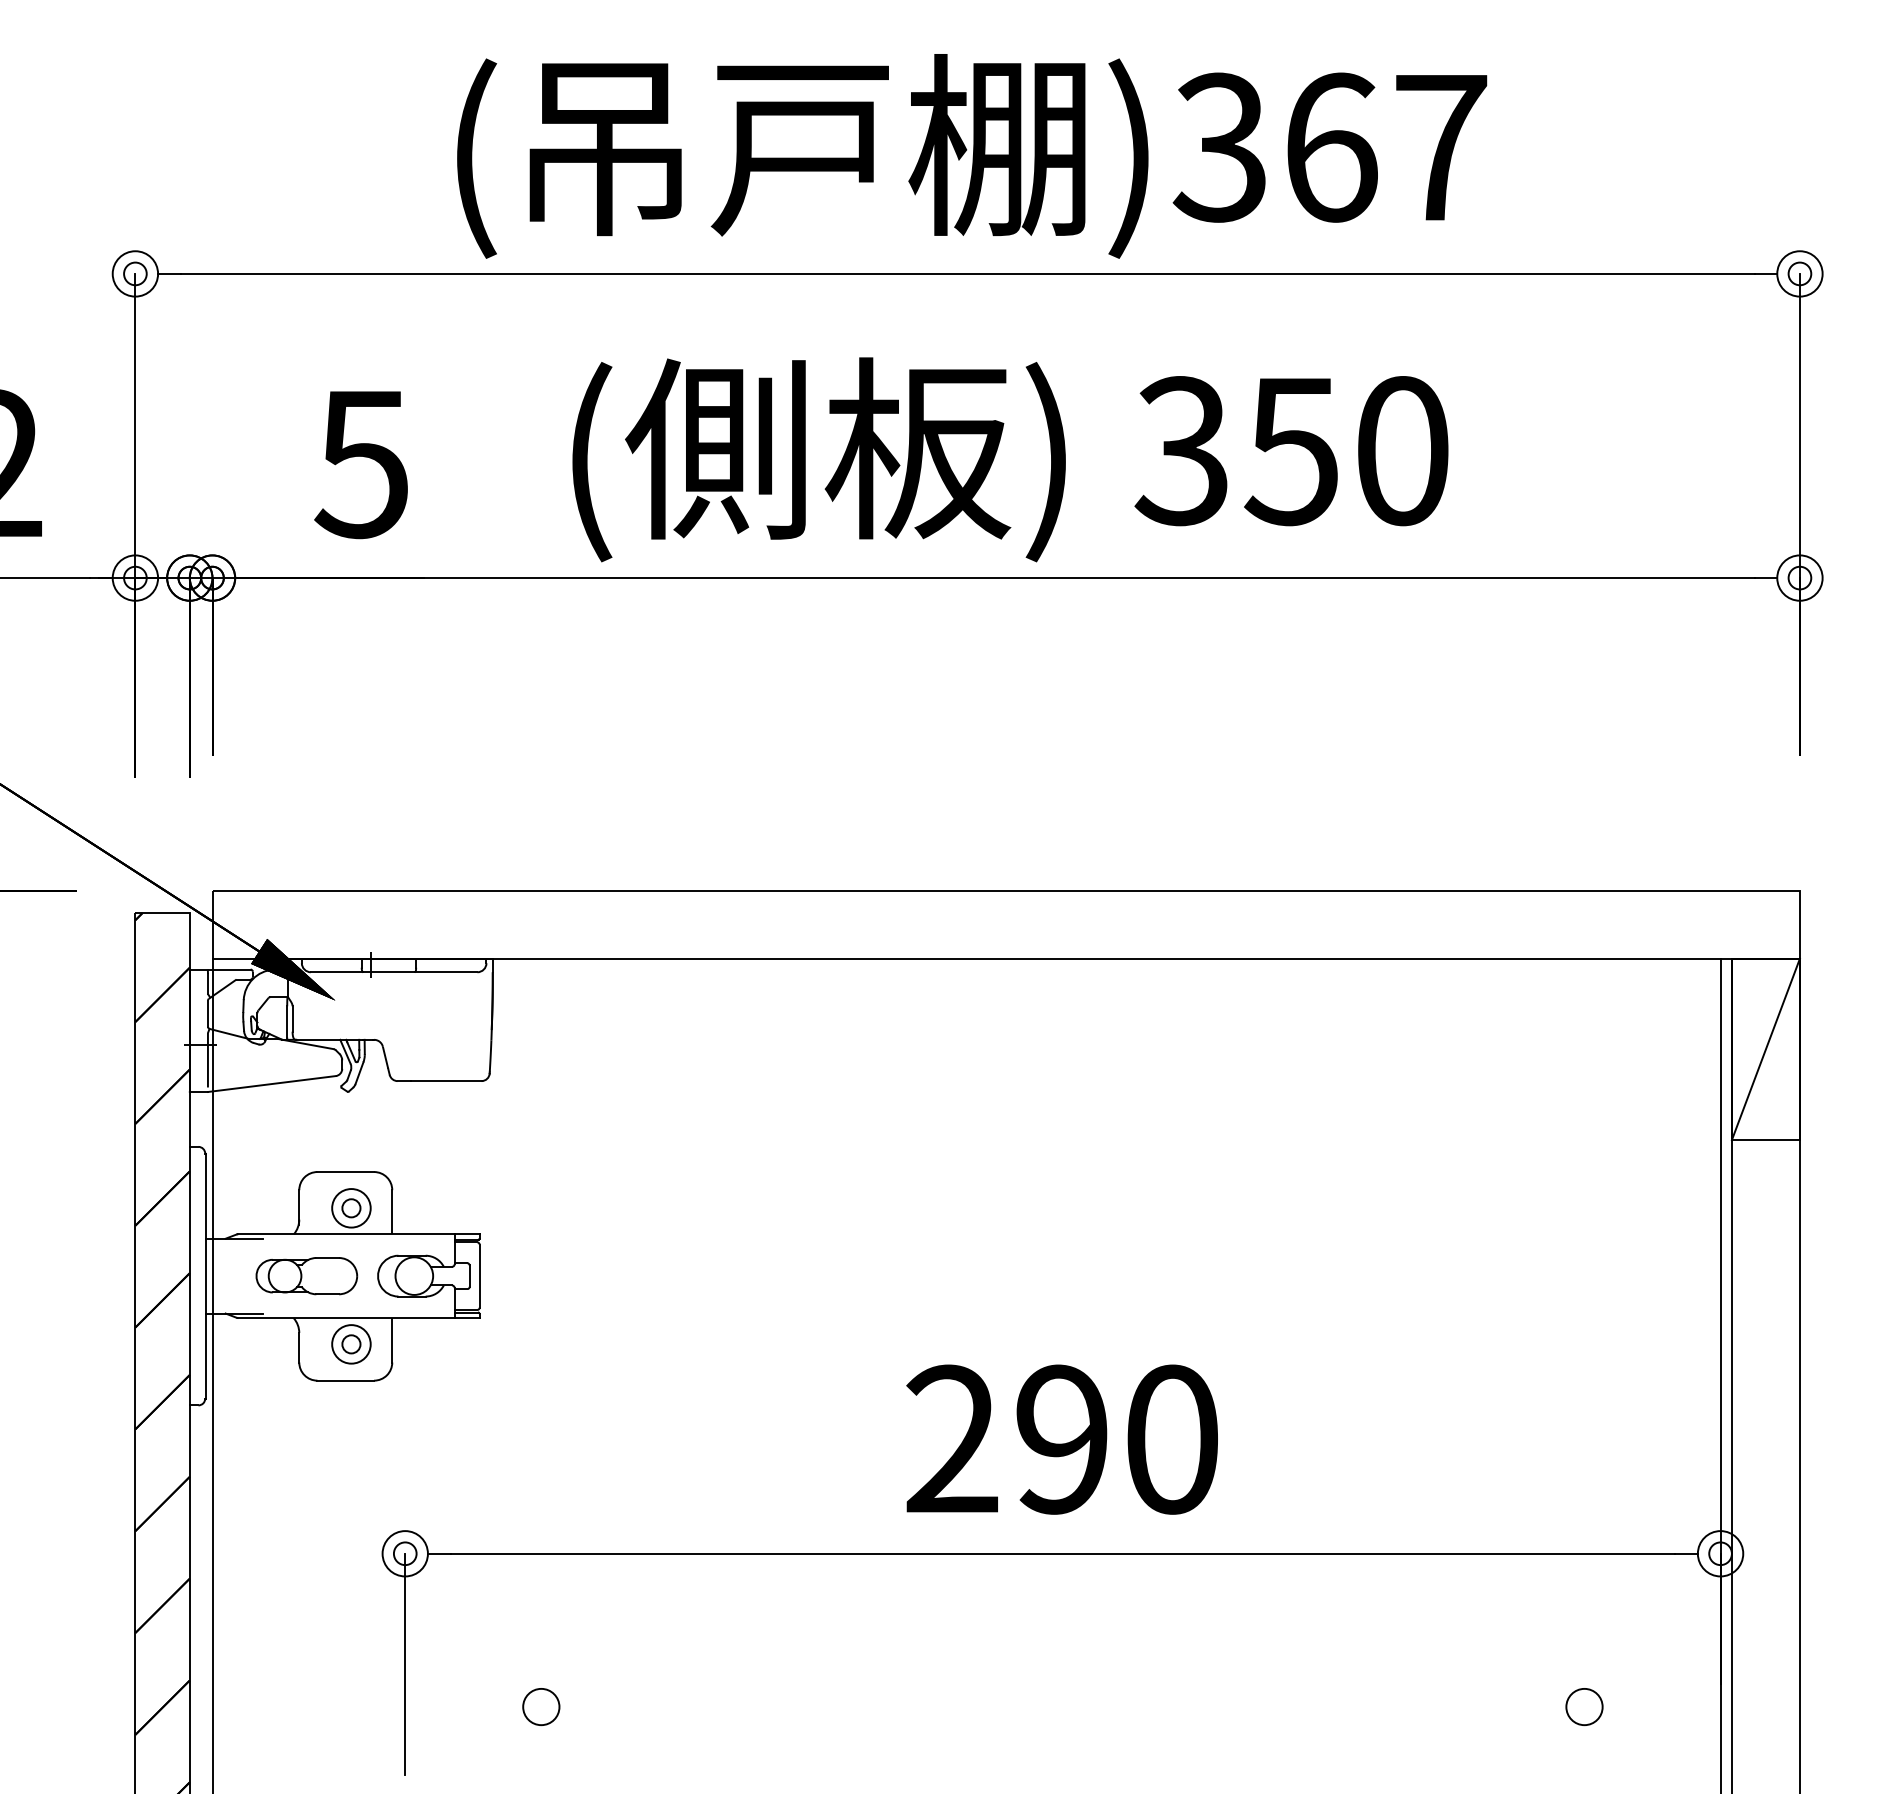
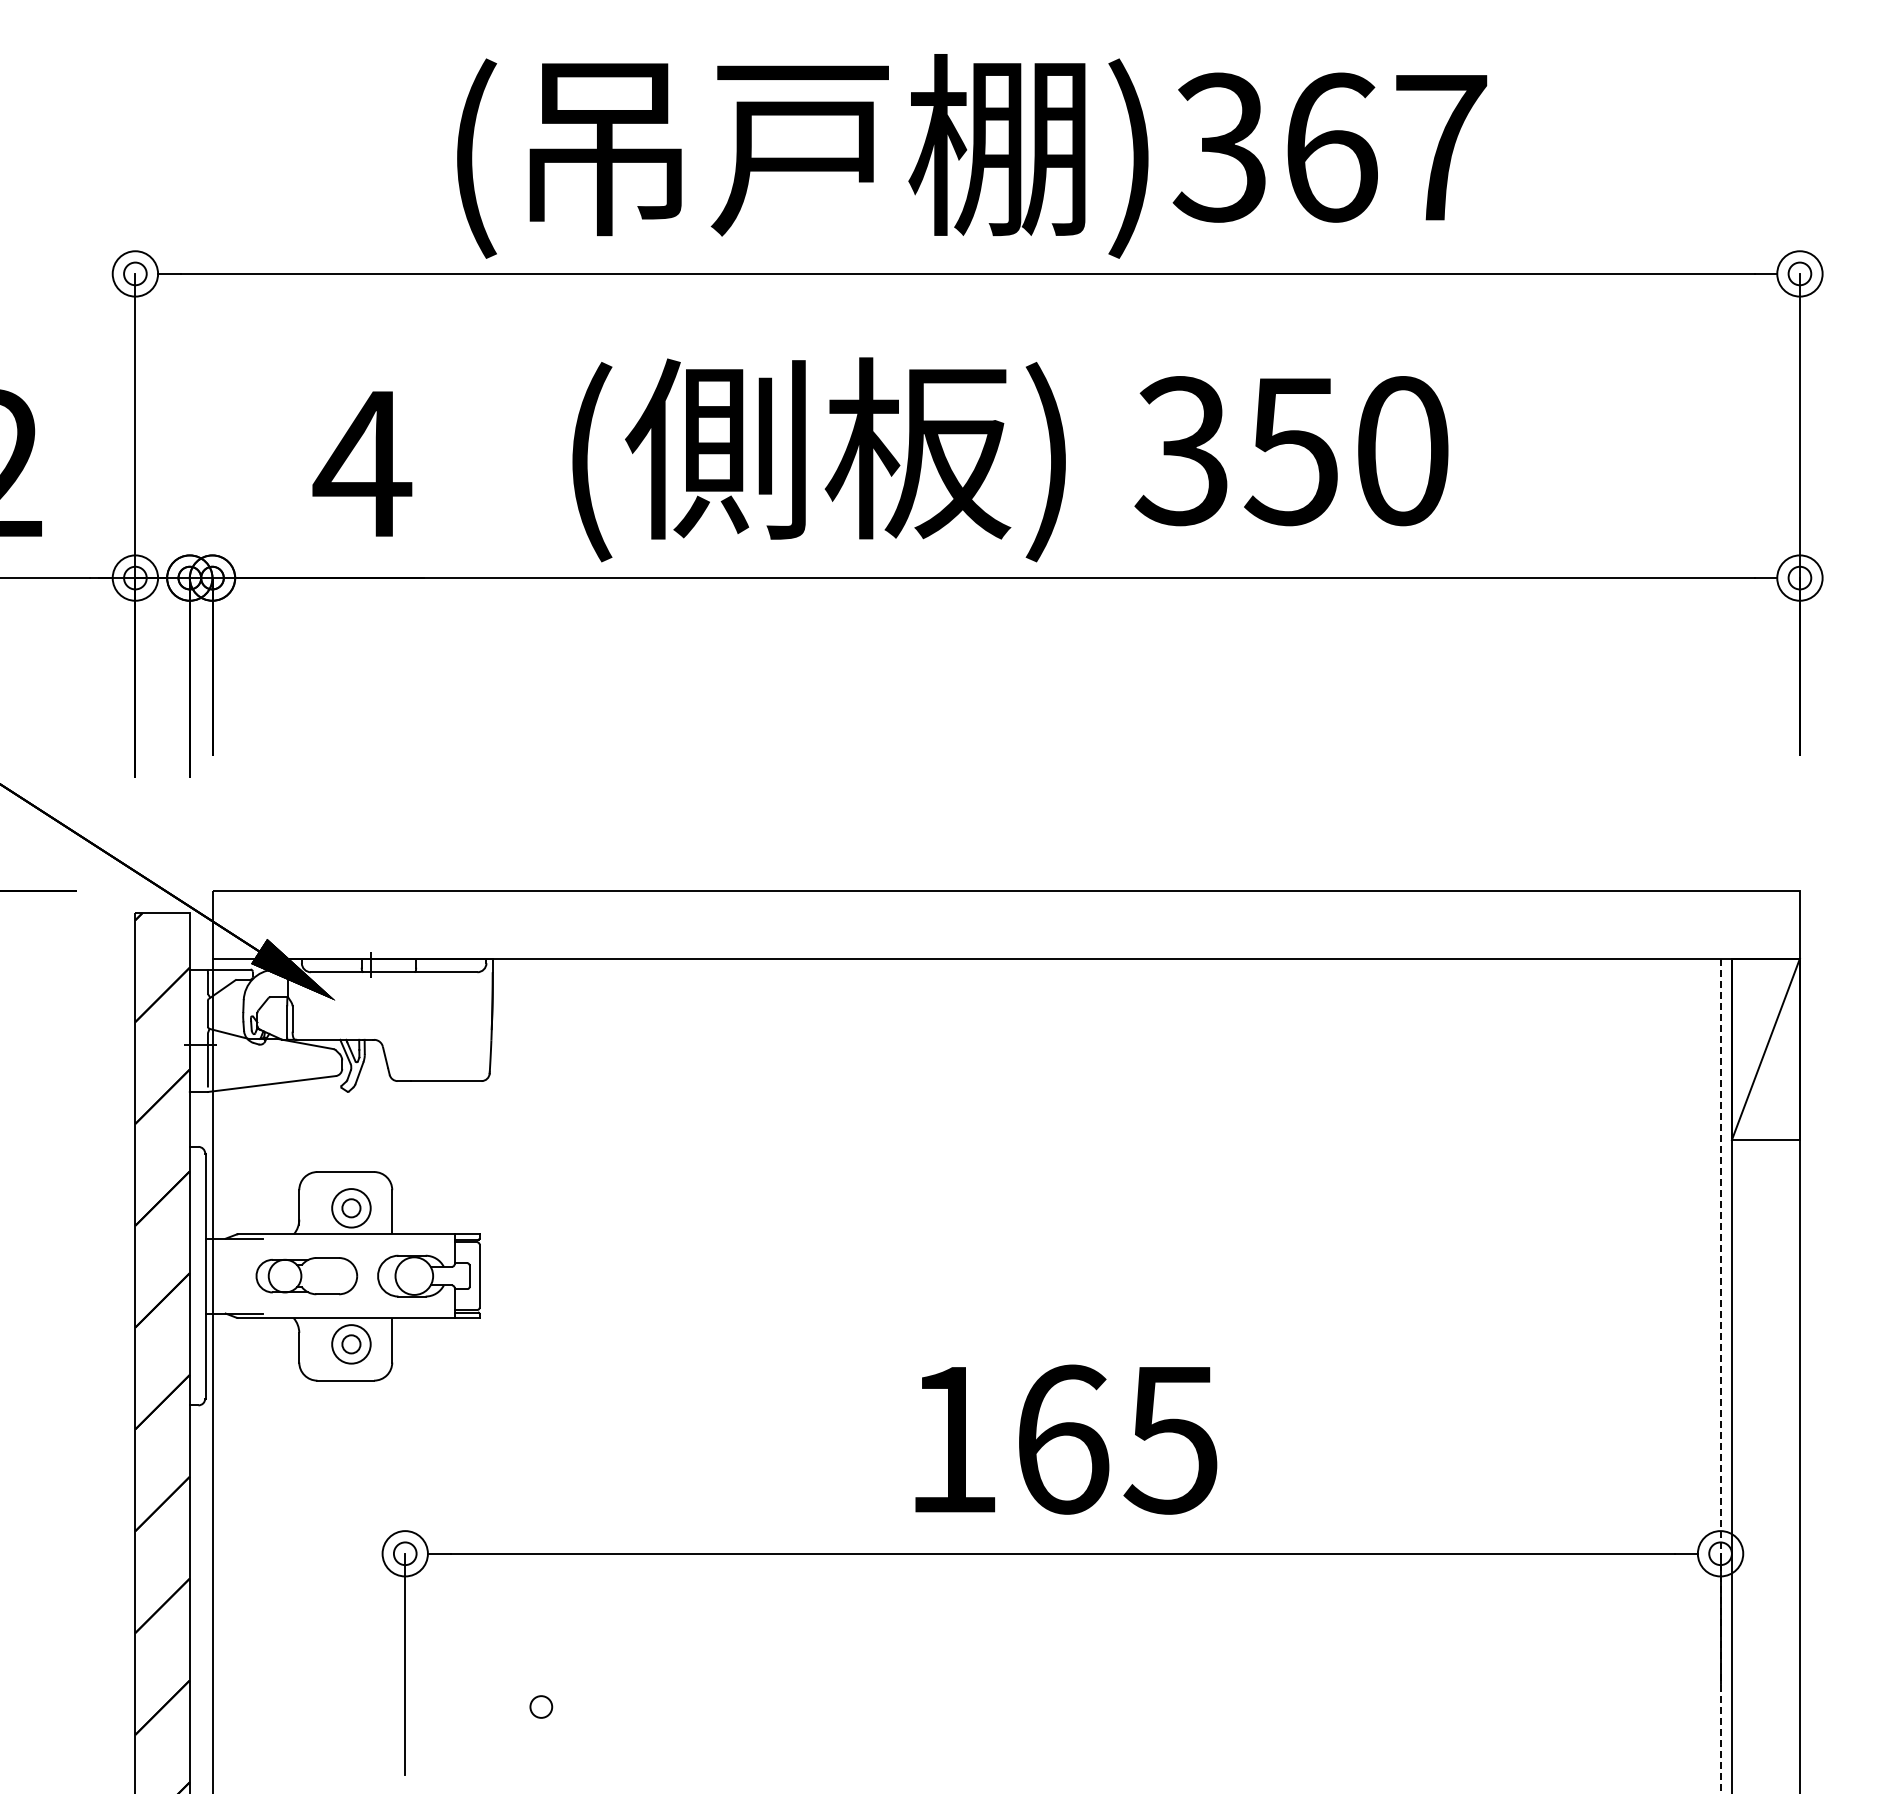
text at (362, 465): 5 -> 4
line at (1720, 1376): solid -> dashed
text at (1061, 1439): 290 -> 165
circle at (541, 1706) diameter: 36 px -> 22 px
circle at (1584, 1706): present -> none
